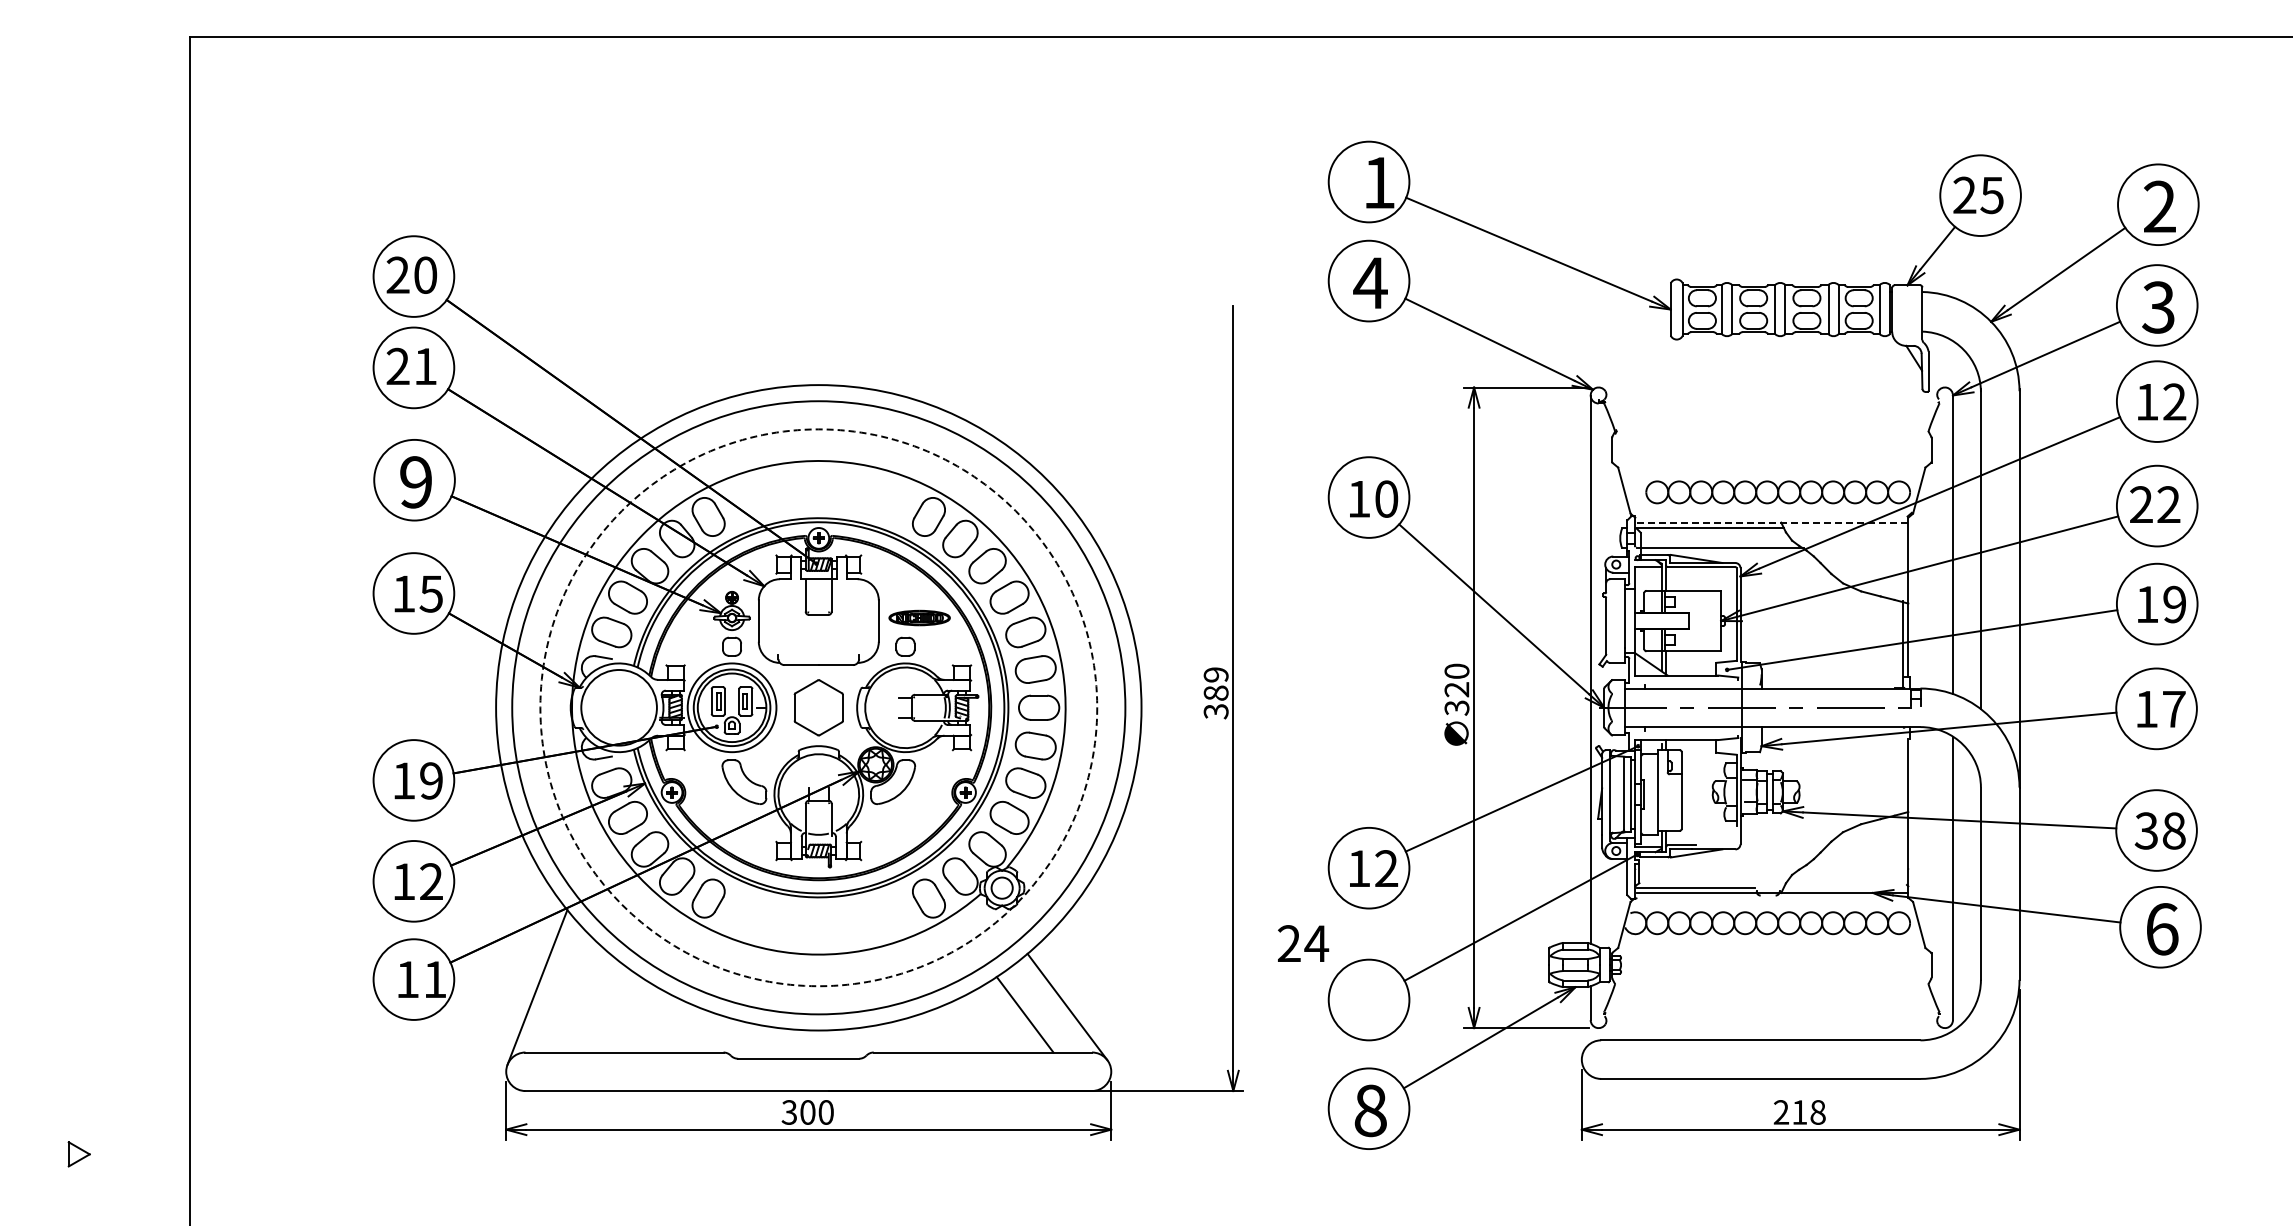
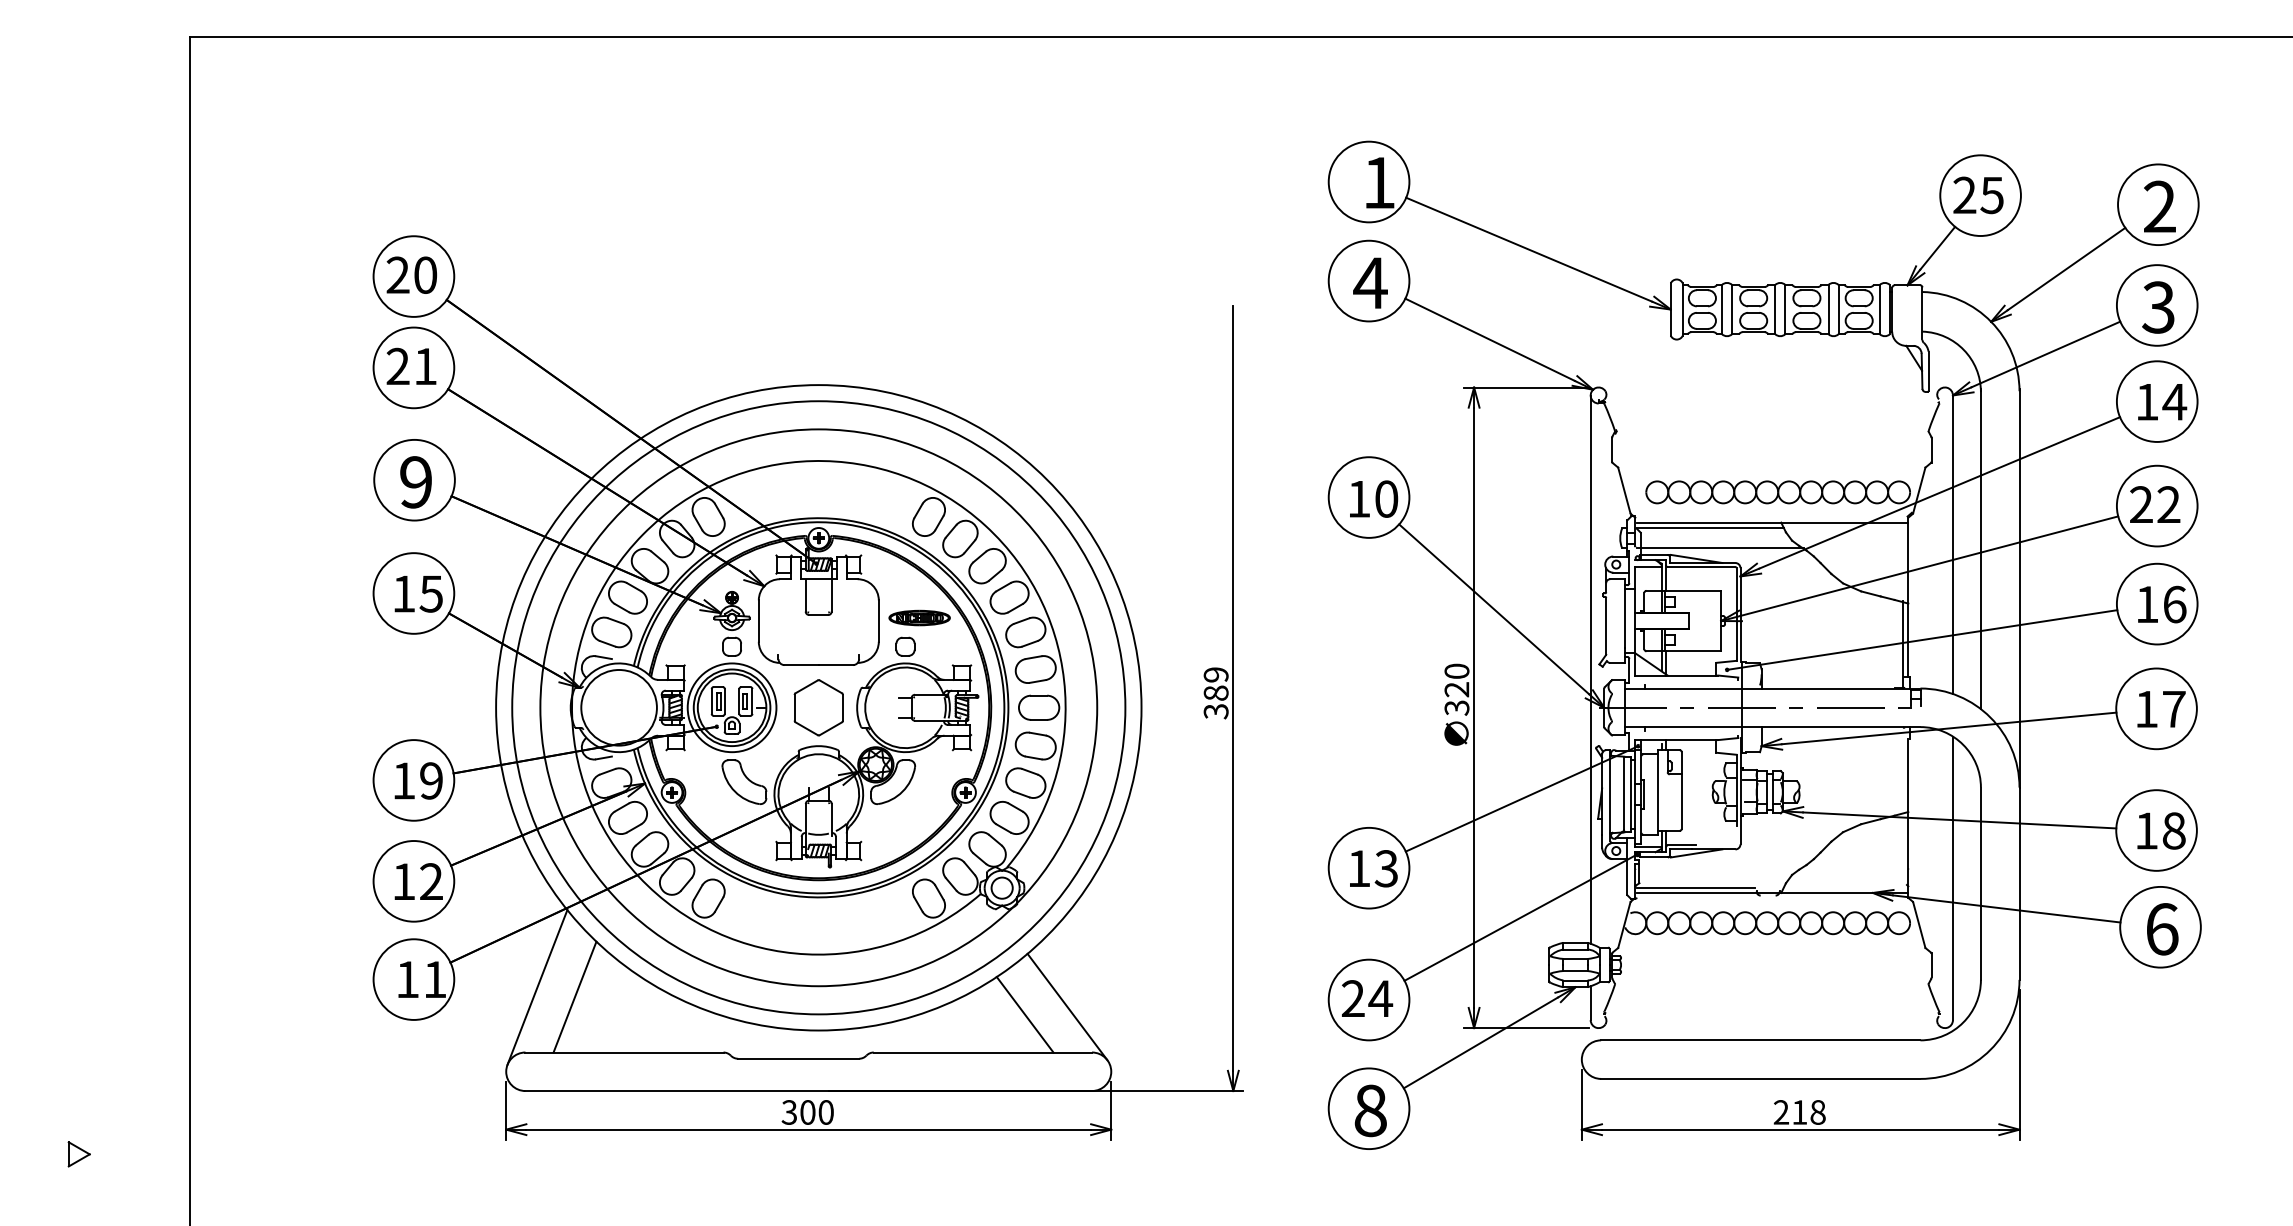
text at (2174, 401): 12 -> 14
line at (1772, 522): dashed -> solid
text at (2174, 604): 19 -> 16
circle at (818, 707): dashed -> solid
text at (2145, 830): 38 -> 18
text at (1386, 868): 12 -> 13
text at (1303, 943) position: (1303, 943) -> (1367, 998)
line at (574, 996): none -> present
